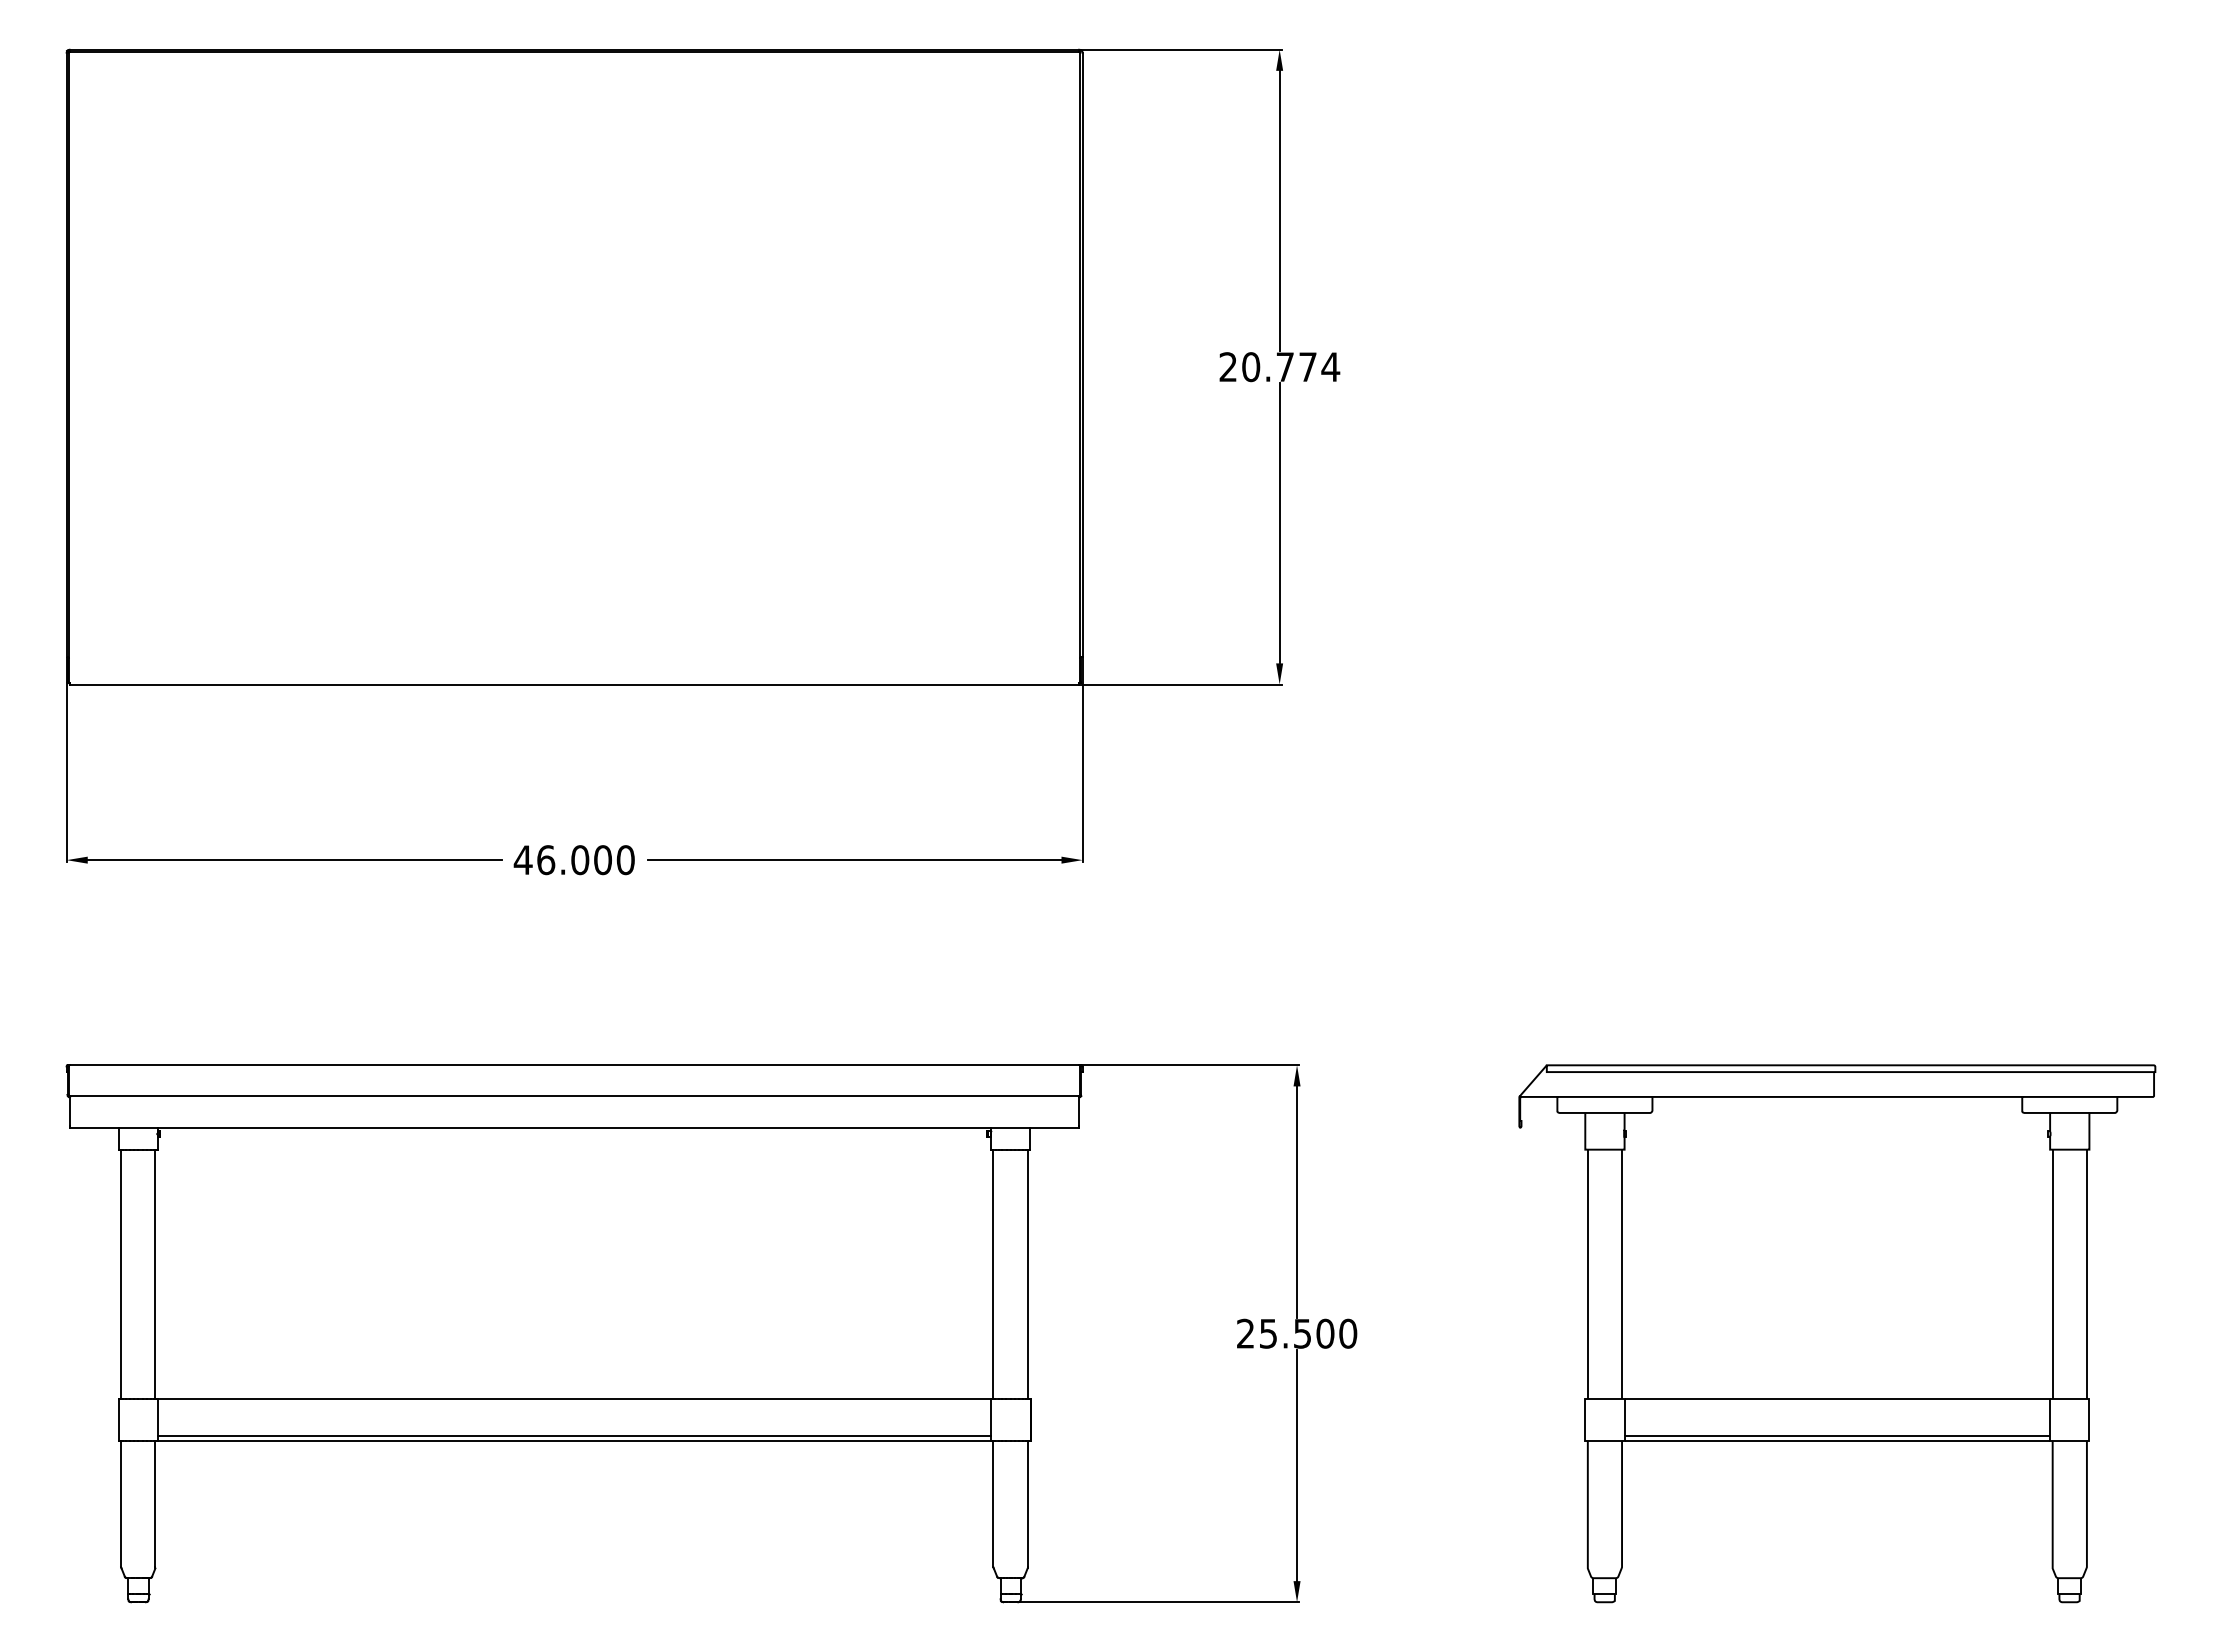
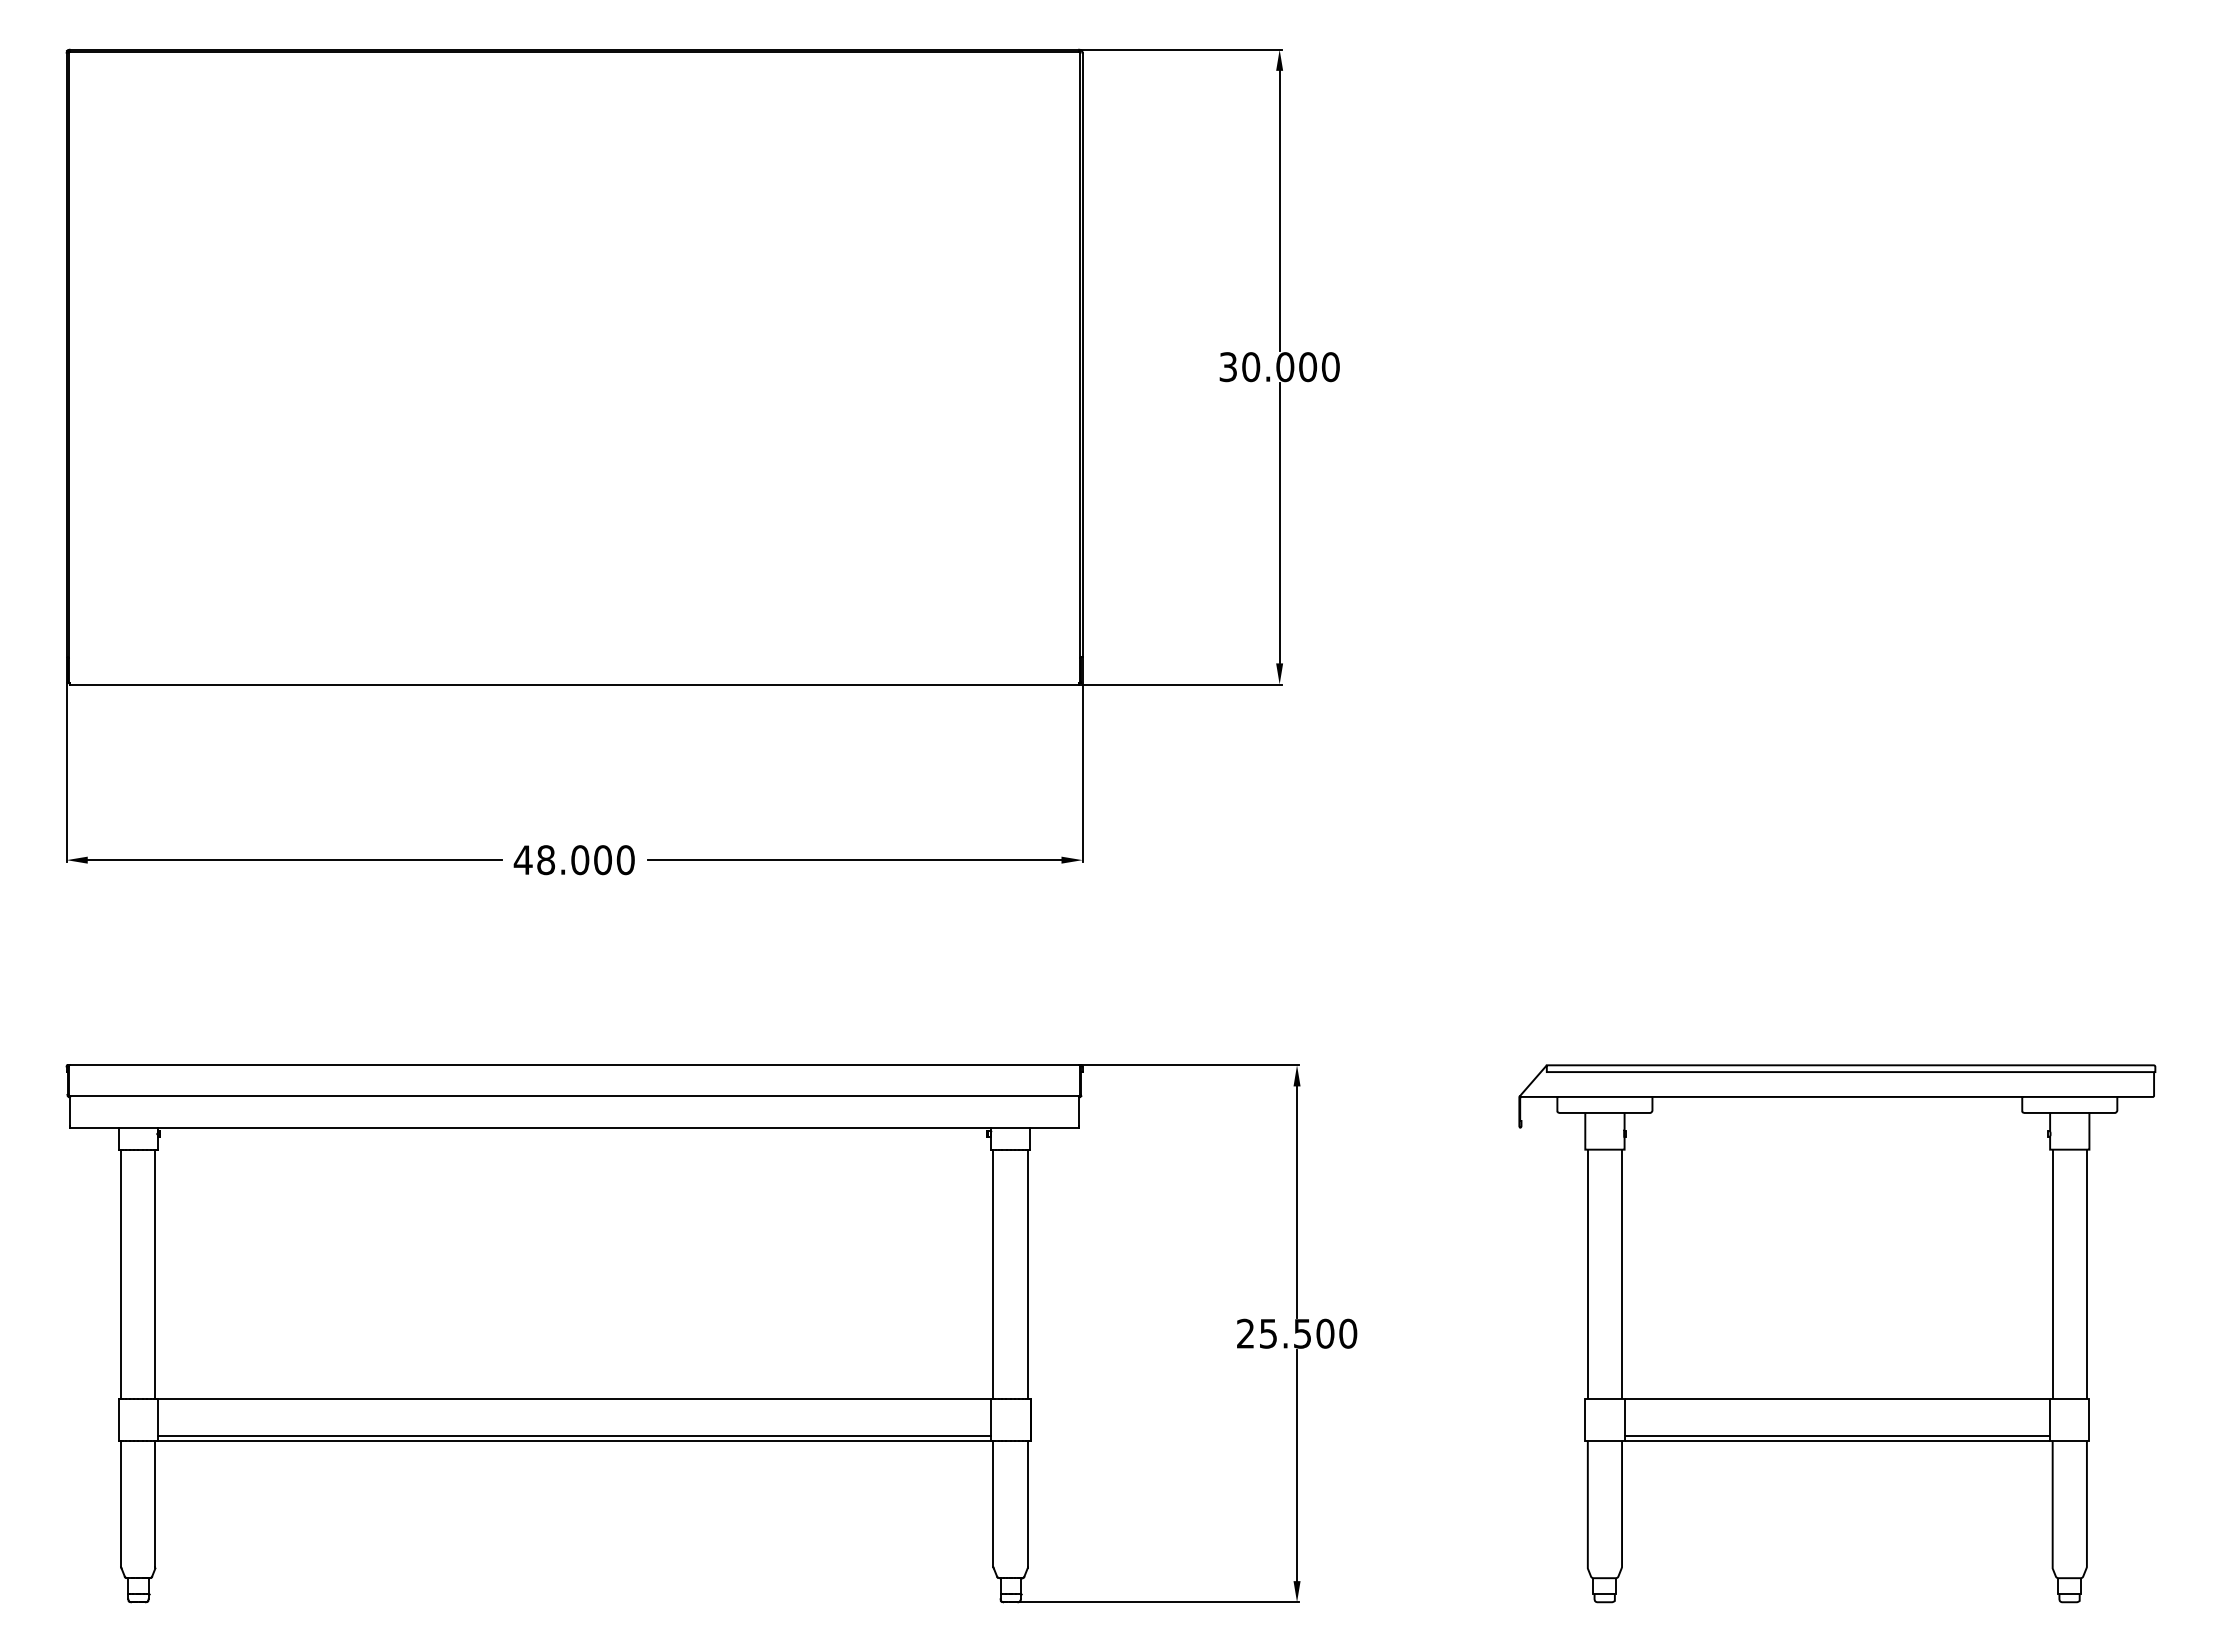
text at (1279, 367): 20.774 -> 30.000
text at (546, 860): 46.000 -> 48.000
